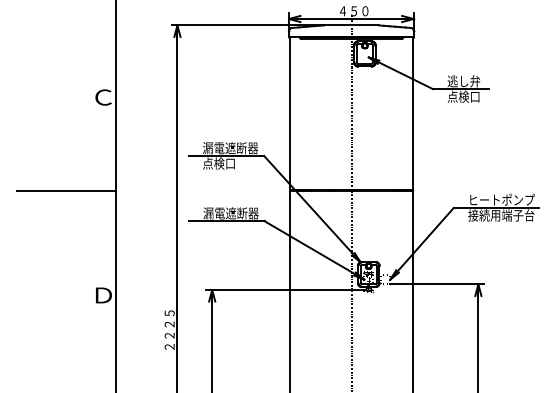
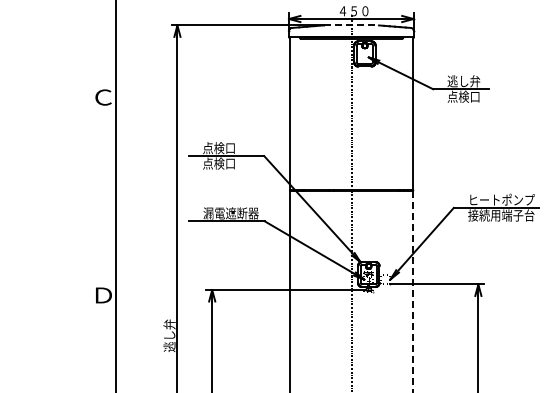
line at (351, 25): solid -> dashed
text at (230, 148): 漏電遮断器 -> 点検口
line at (65, 190): present -> none
line at (413, 291): solid -> dashed
text at (169, 330): ２２２５ -> 逃し弁
